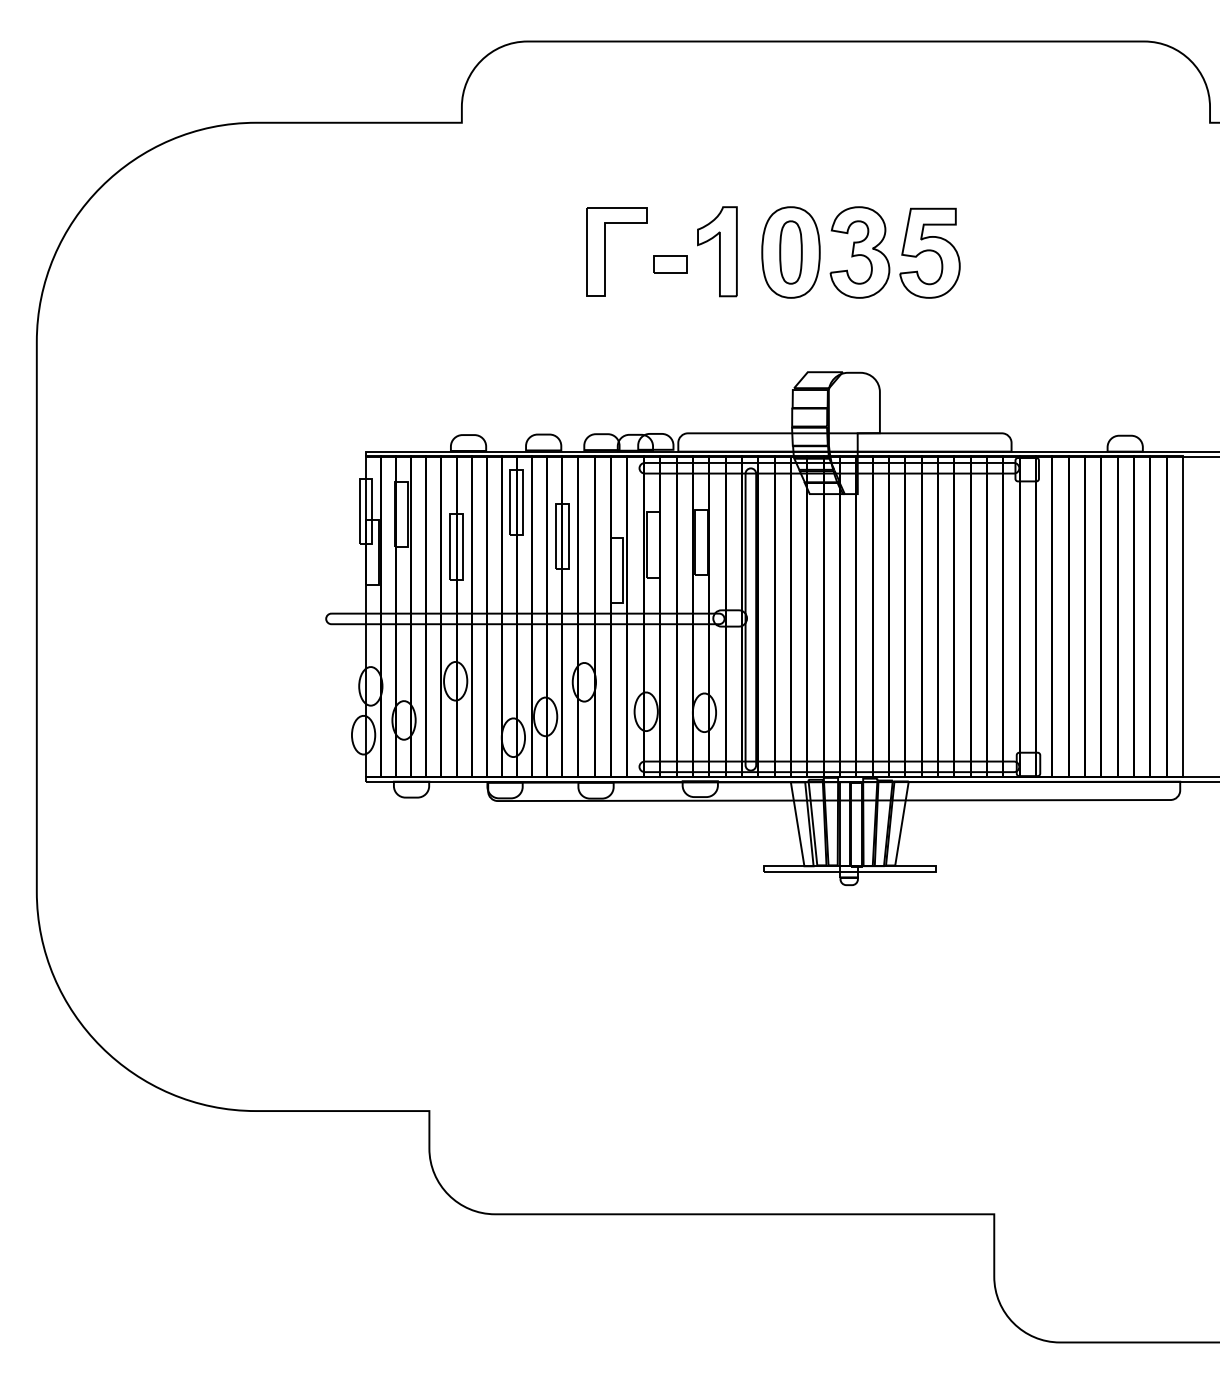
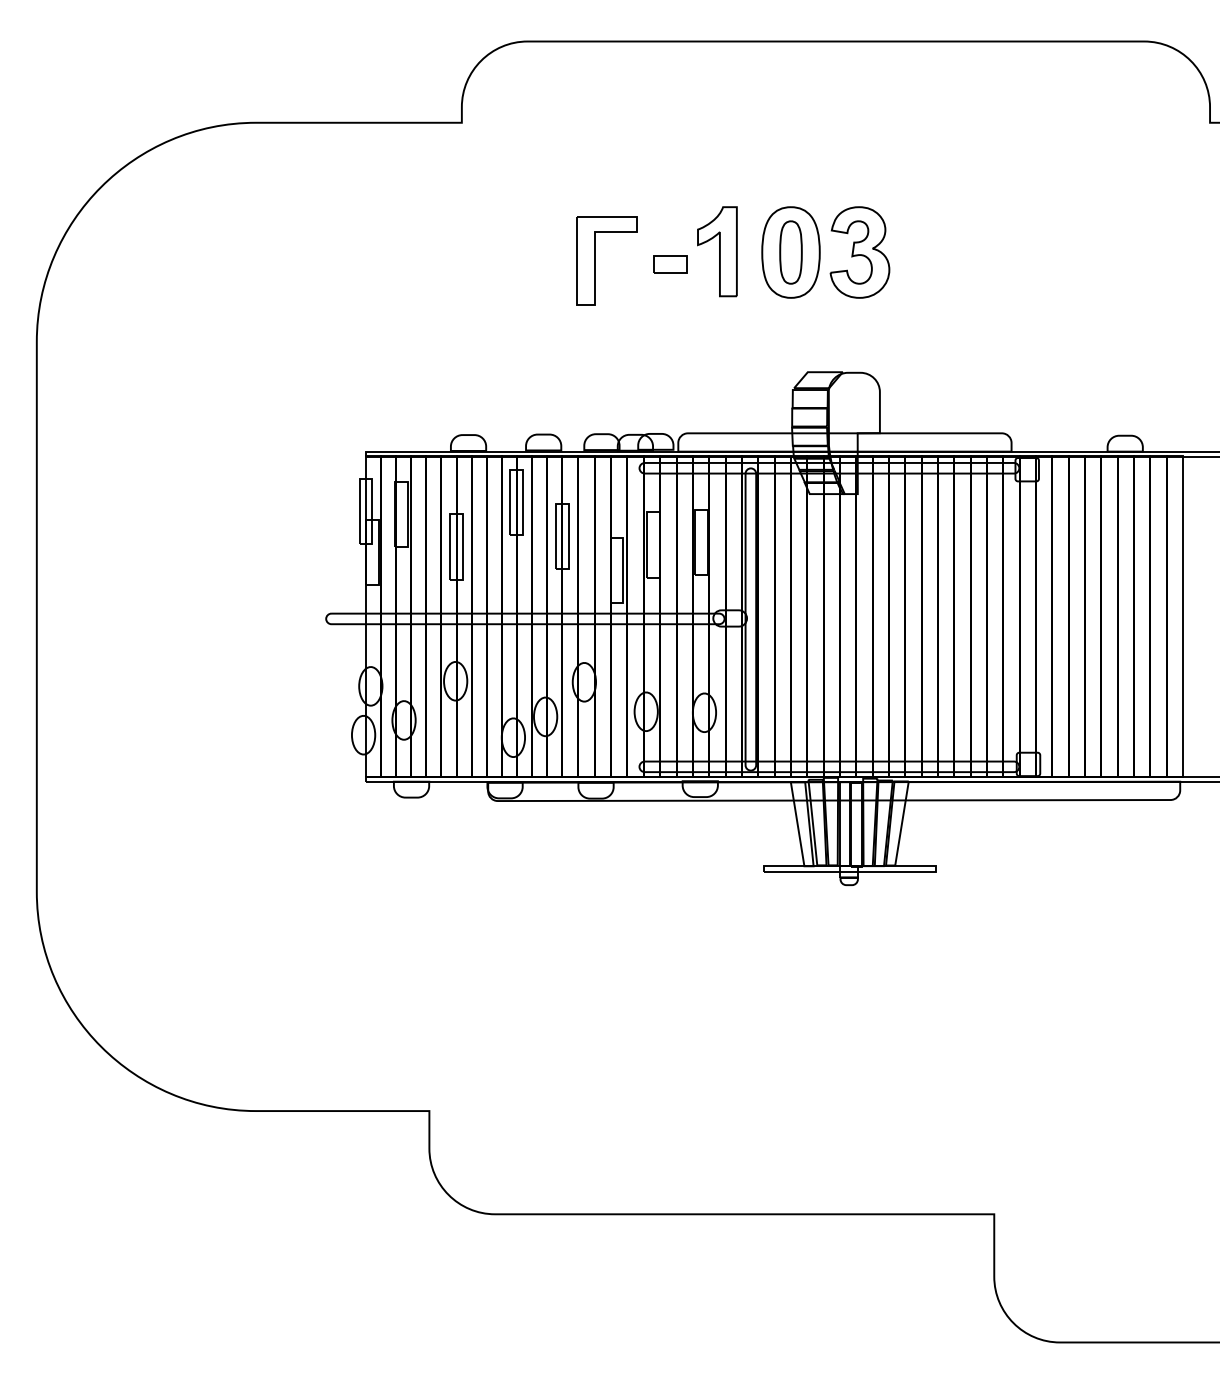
part at (605, 251) position: (605, 251) -> (595, 260)
part at (929, 252): present -> none
